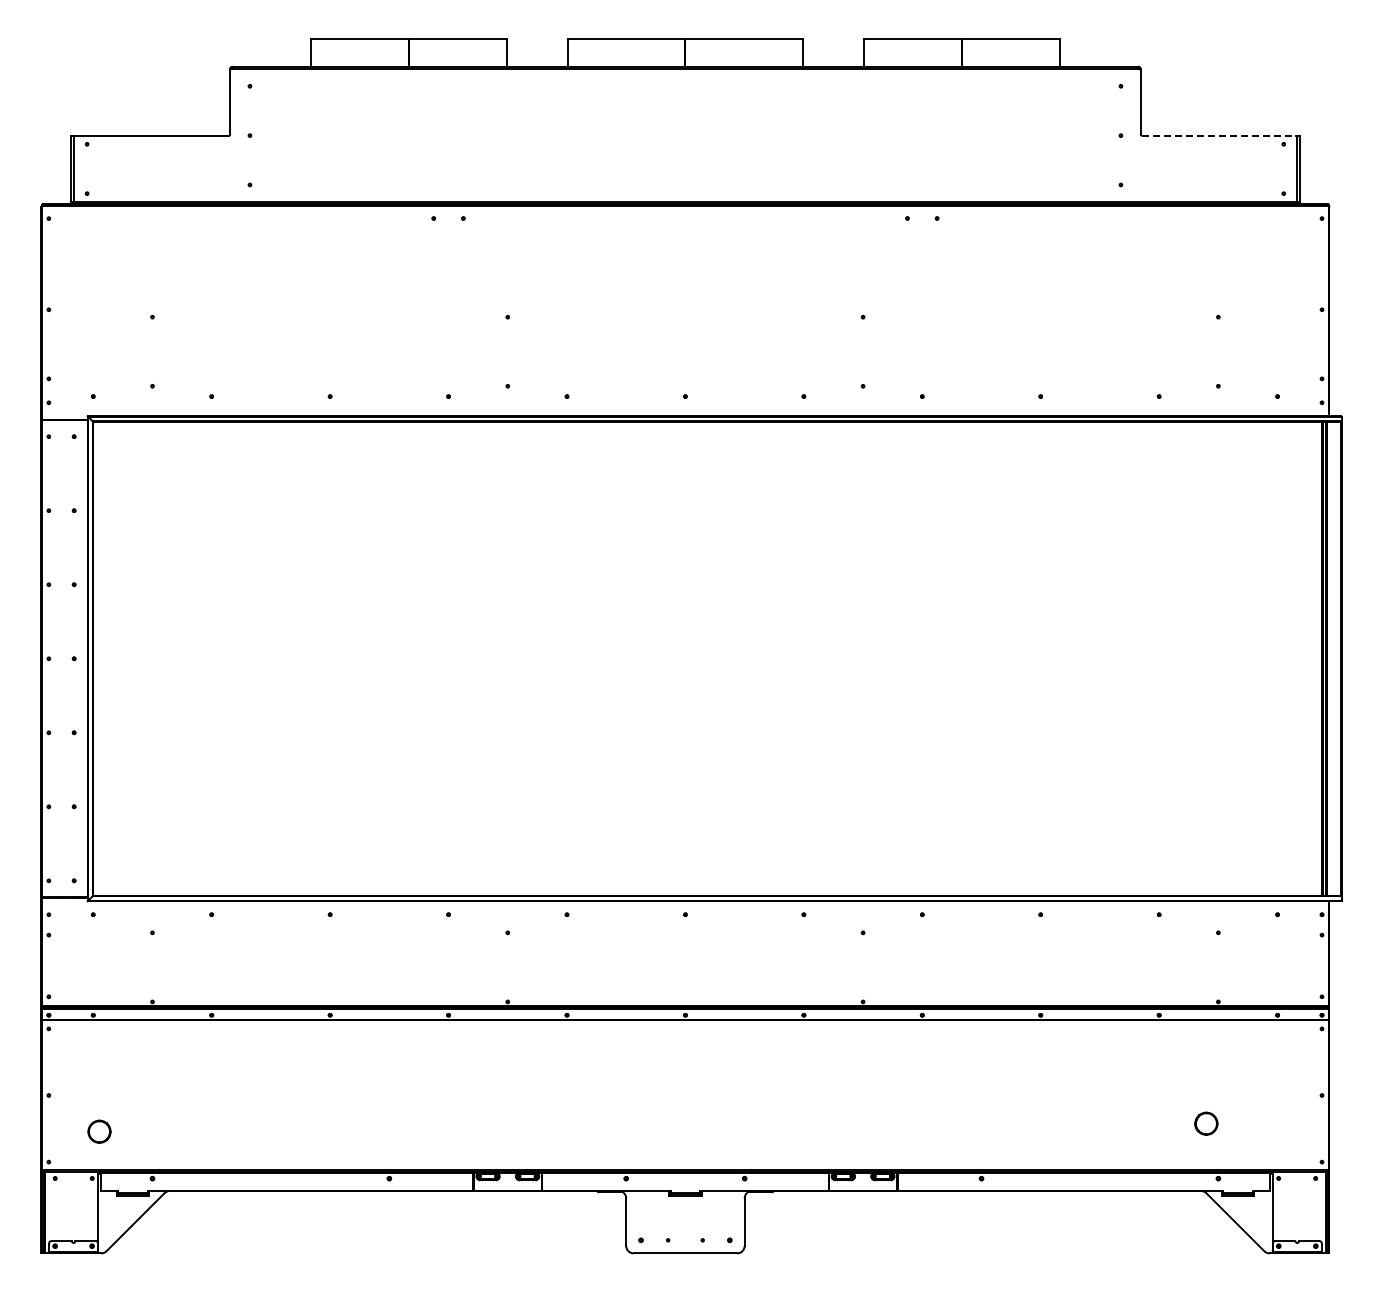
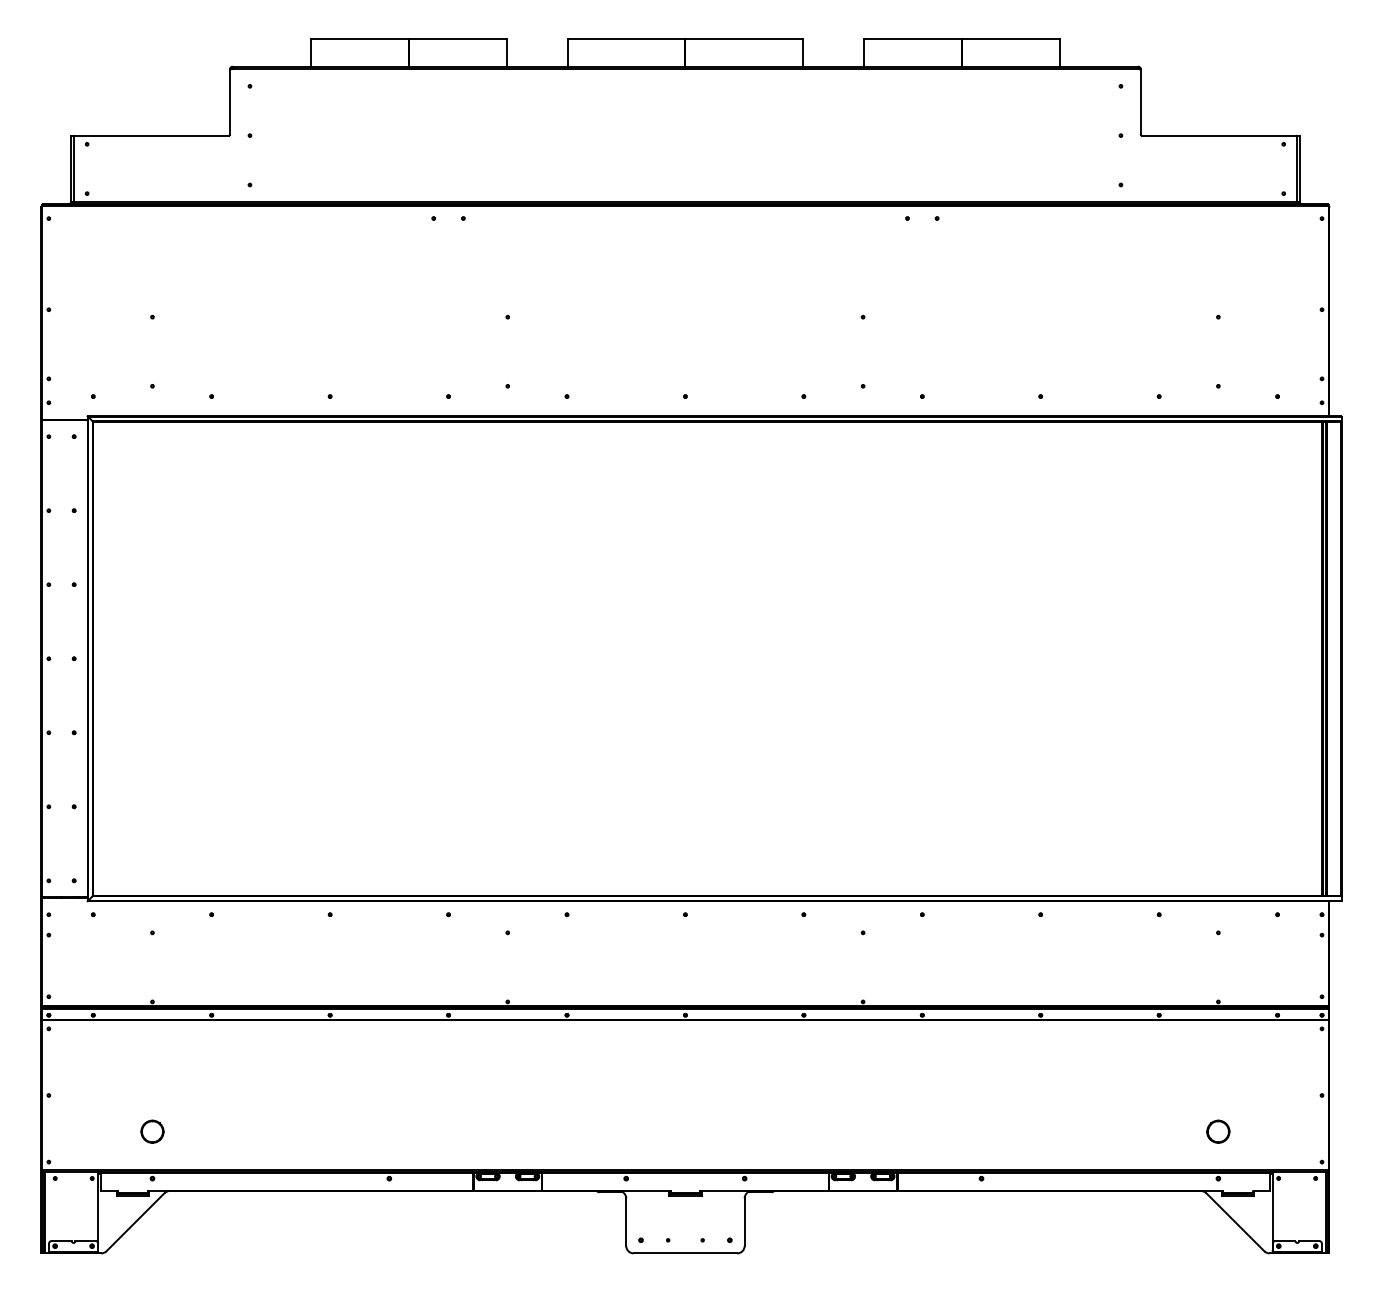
line at (1219, 135): dashed -> solid
part at (1206, 1123) position: (1206, 1123) -> (1218, 1131)
part at (99, 1131) position: (99, 1131) -> (152, 1131)
